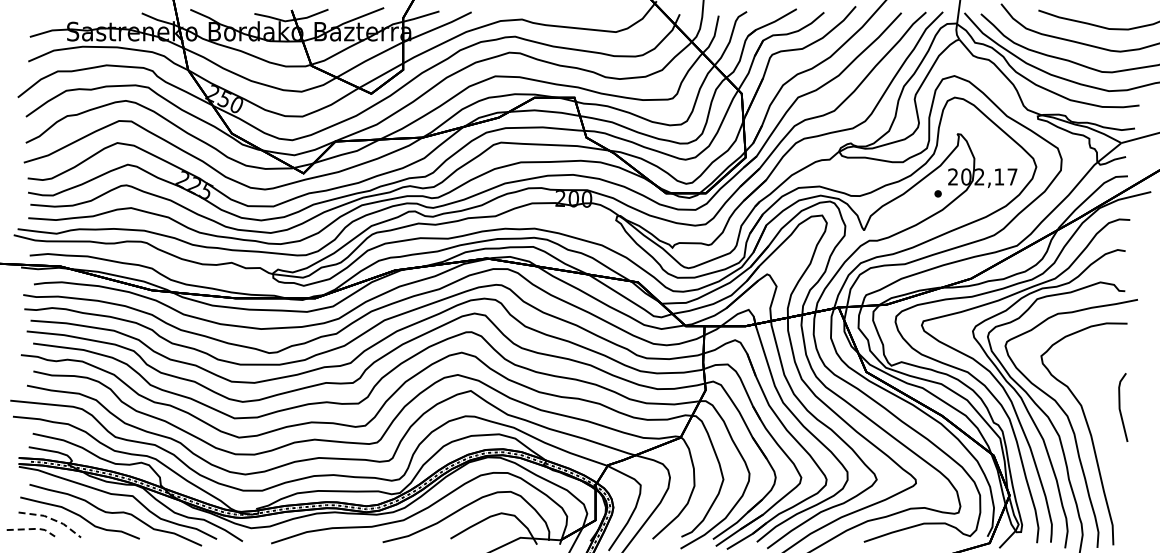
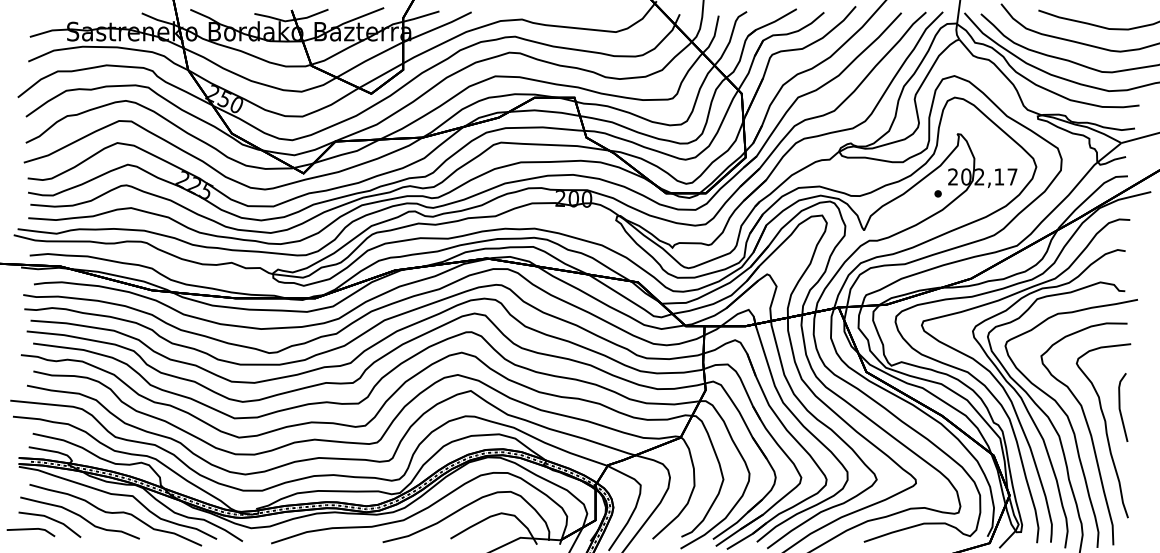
curve at (1105, 430): none -> present
line at (52, 519): dashed -> solid
line at (33, 529): dashed -> solid
